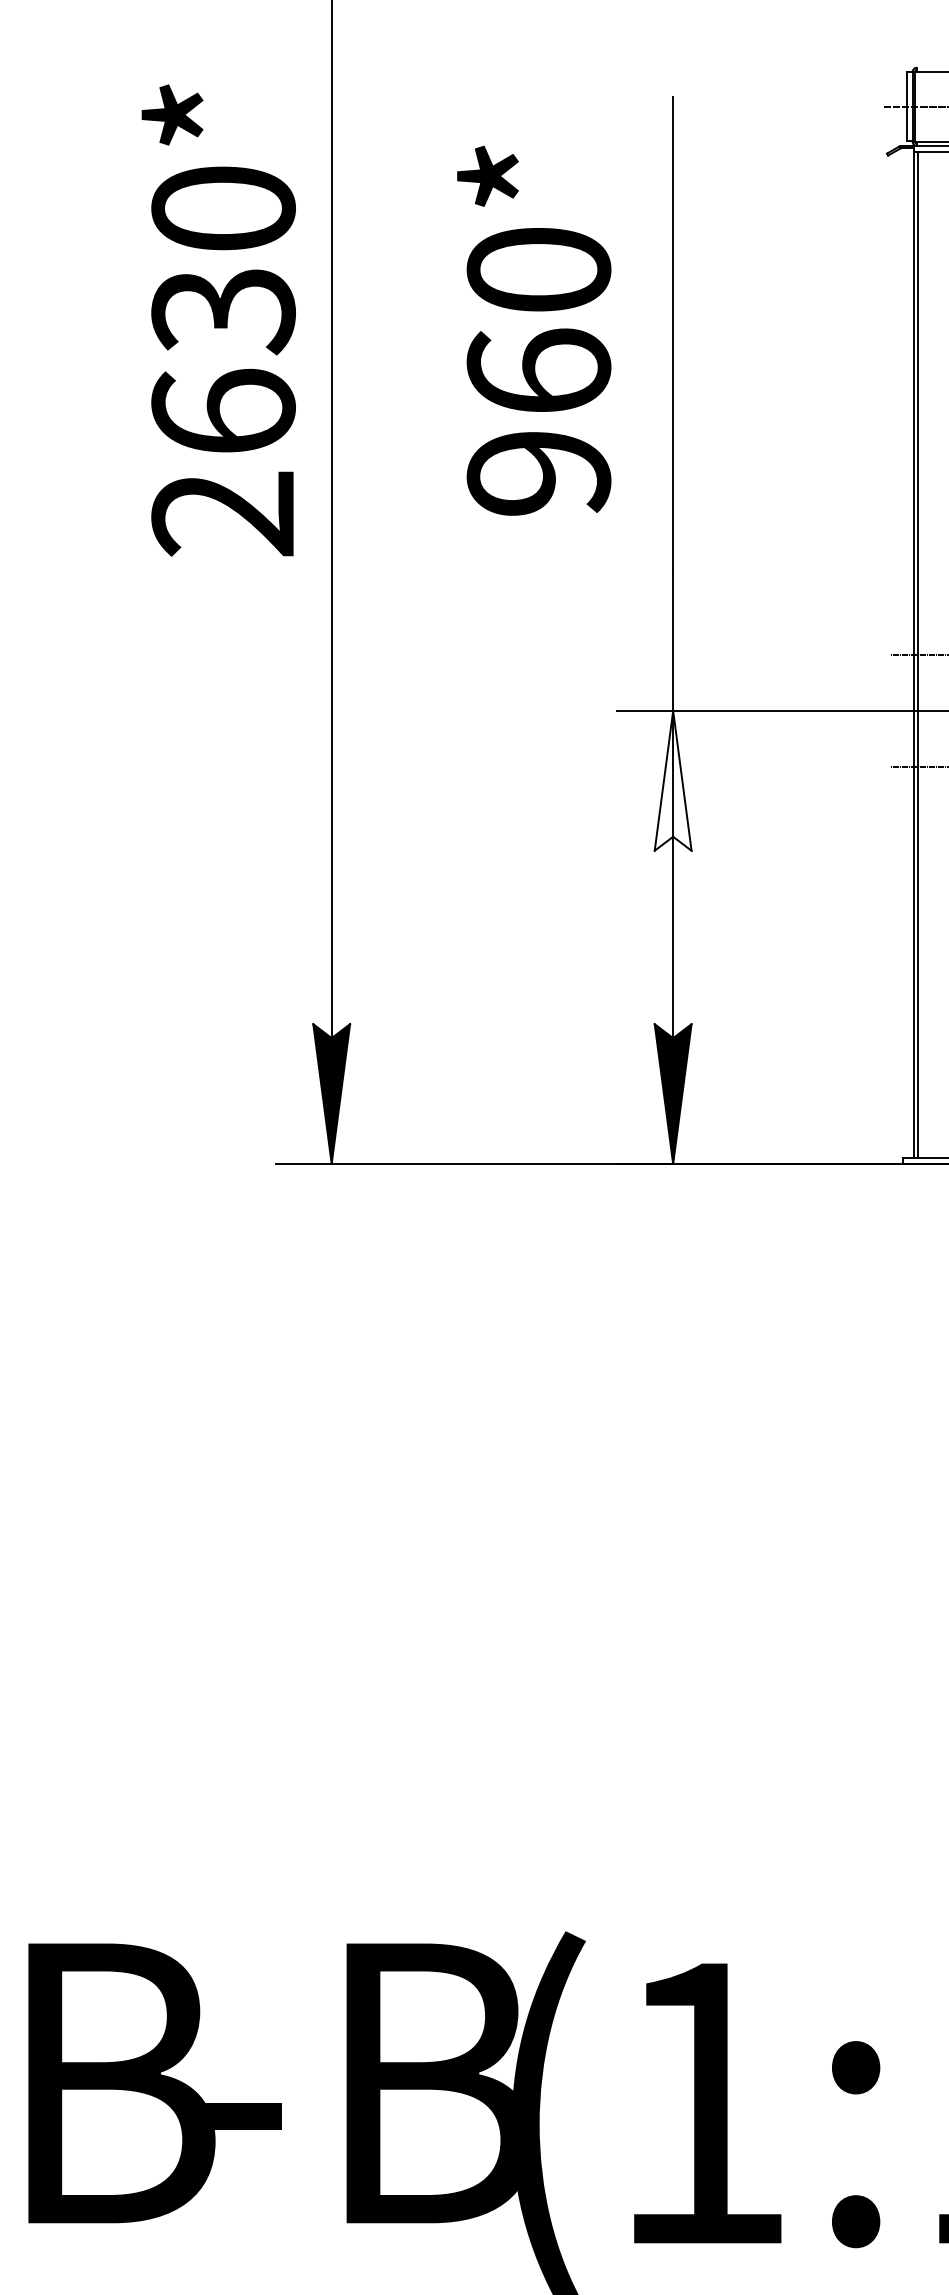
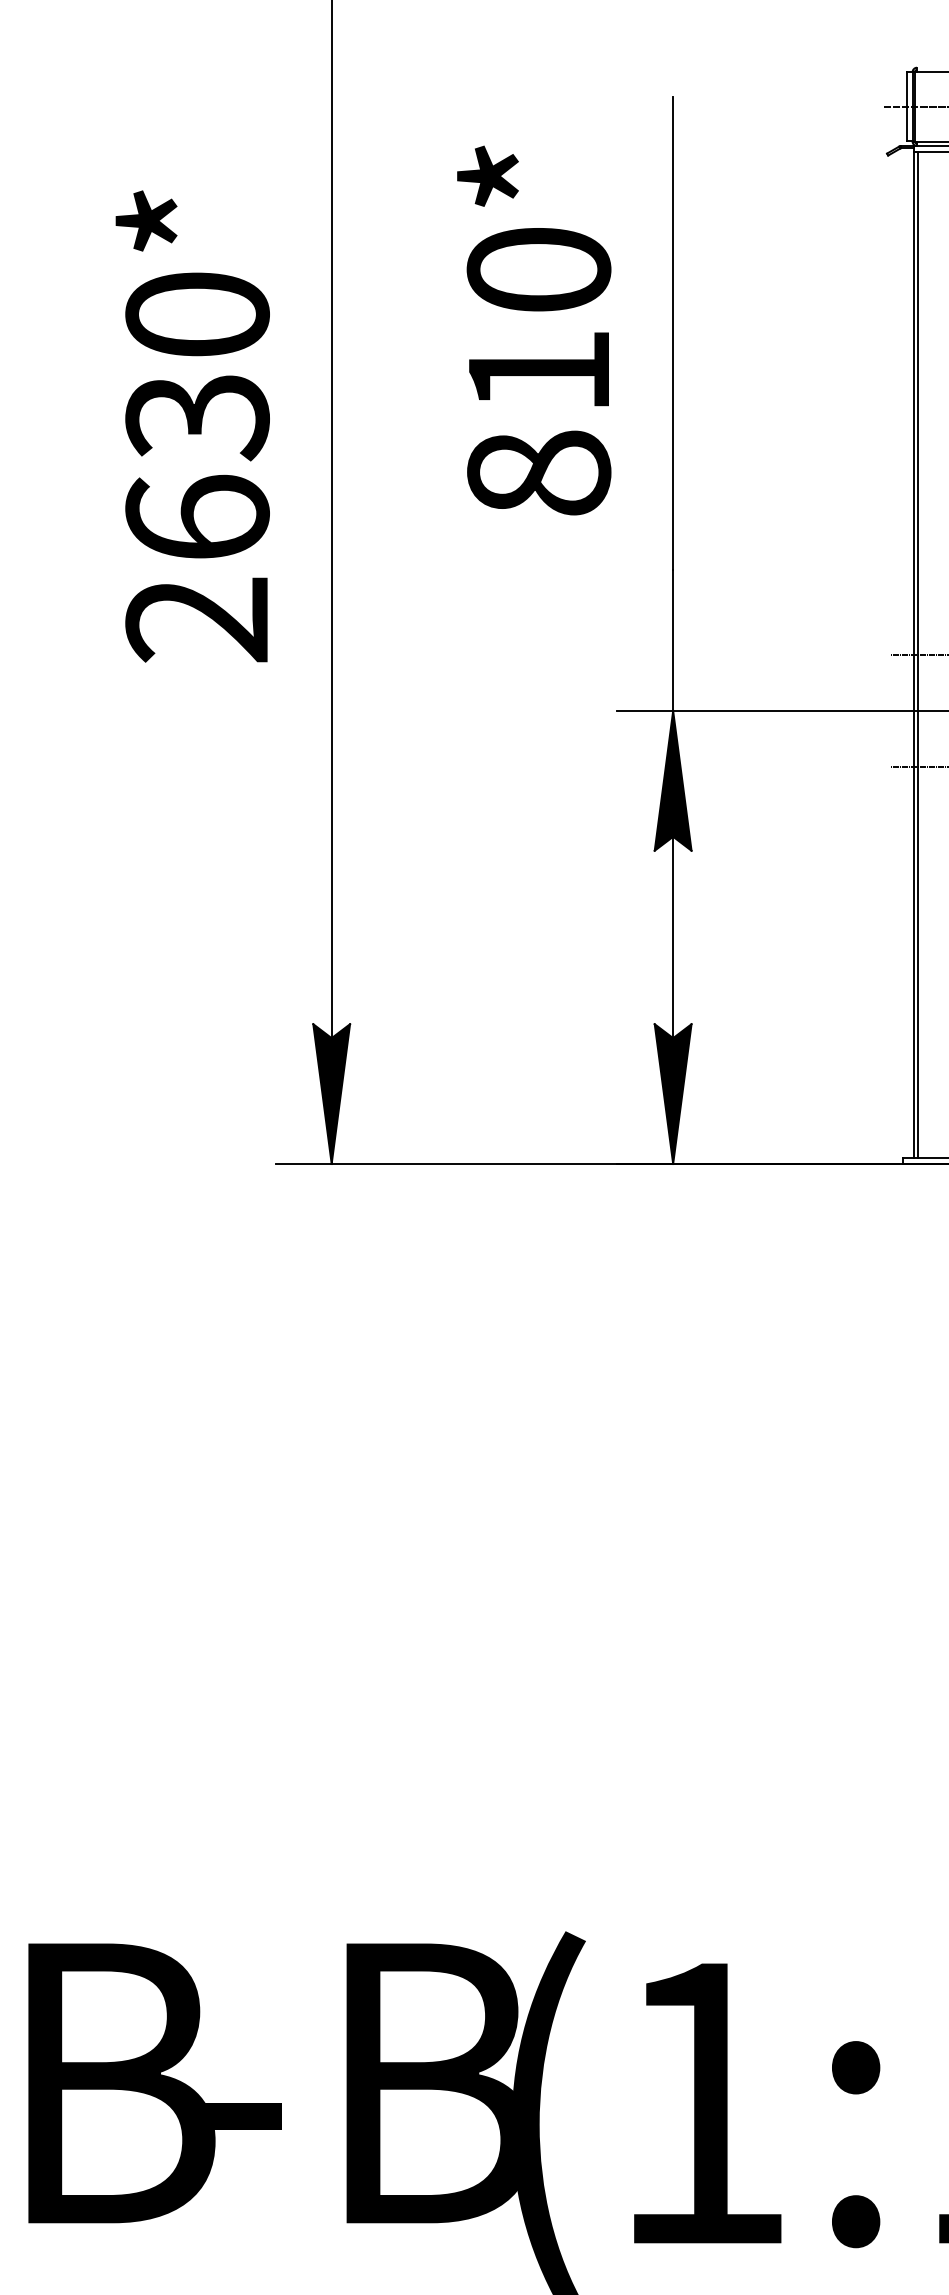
text at (218, 320) position: (218, 320) -> (192, 426)
text at (538, 421): 960* -> 810*
fill at (672, 780): none -> present
